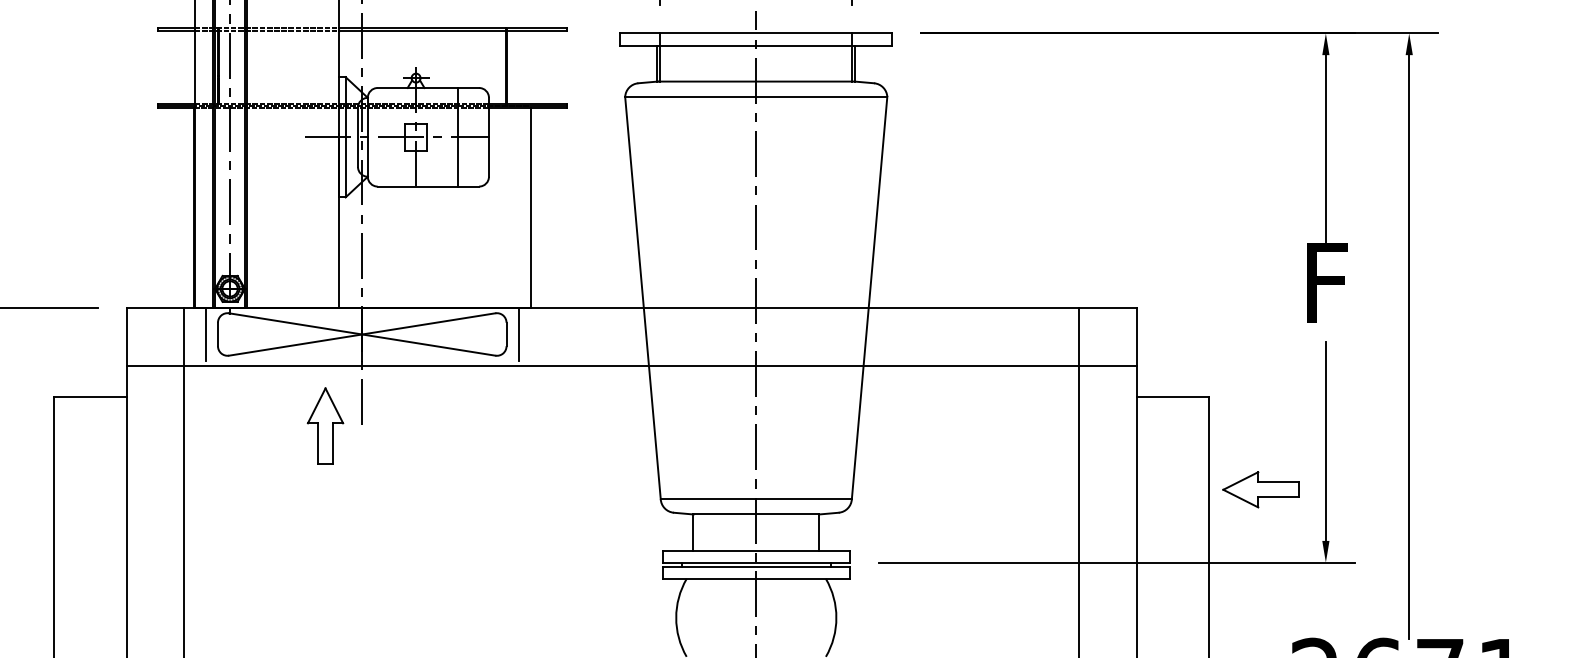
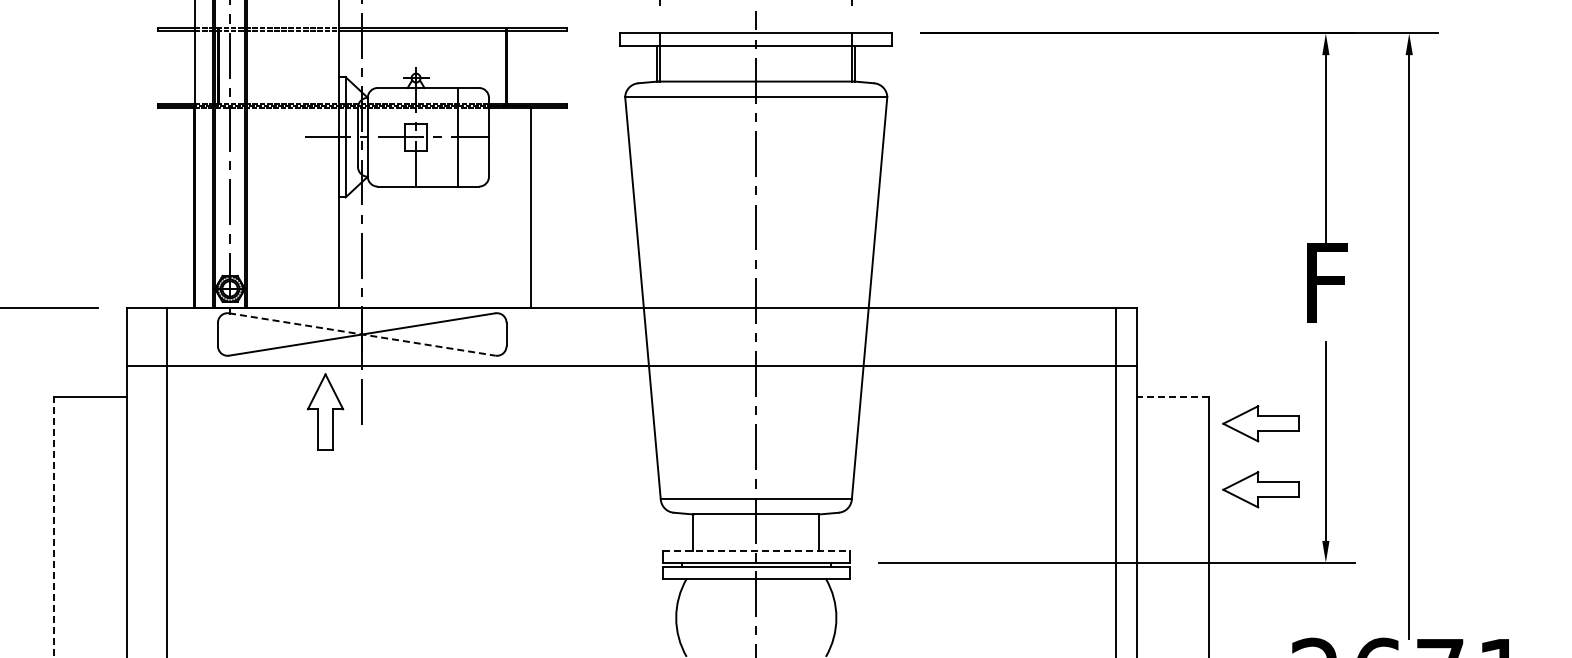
line at (205, 334): present -> none
line at (362, 334): solid -> dashed
line at (518, 334): present -> none
line at (1172, 396): solid -> dashed
part at (1260, 423): none -> present
part at (325, 425) position: (325, 425) -> (325, 411)
line at (184, 481) position: (184, 481) -> (167, 481)
line at (1078, 481) position: (1078, 481) -> (1115, 481)
line at (54, 526): solid -> dashed
line at (756, 551): solid -> dashed
